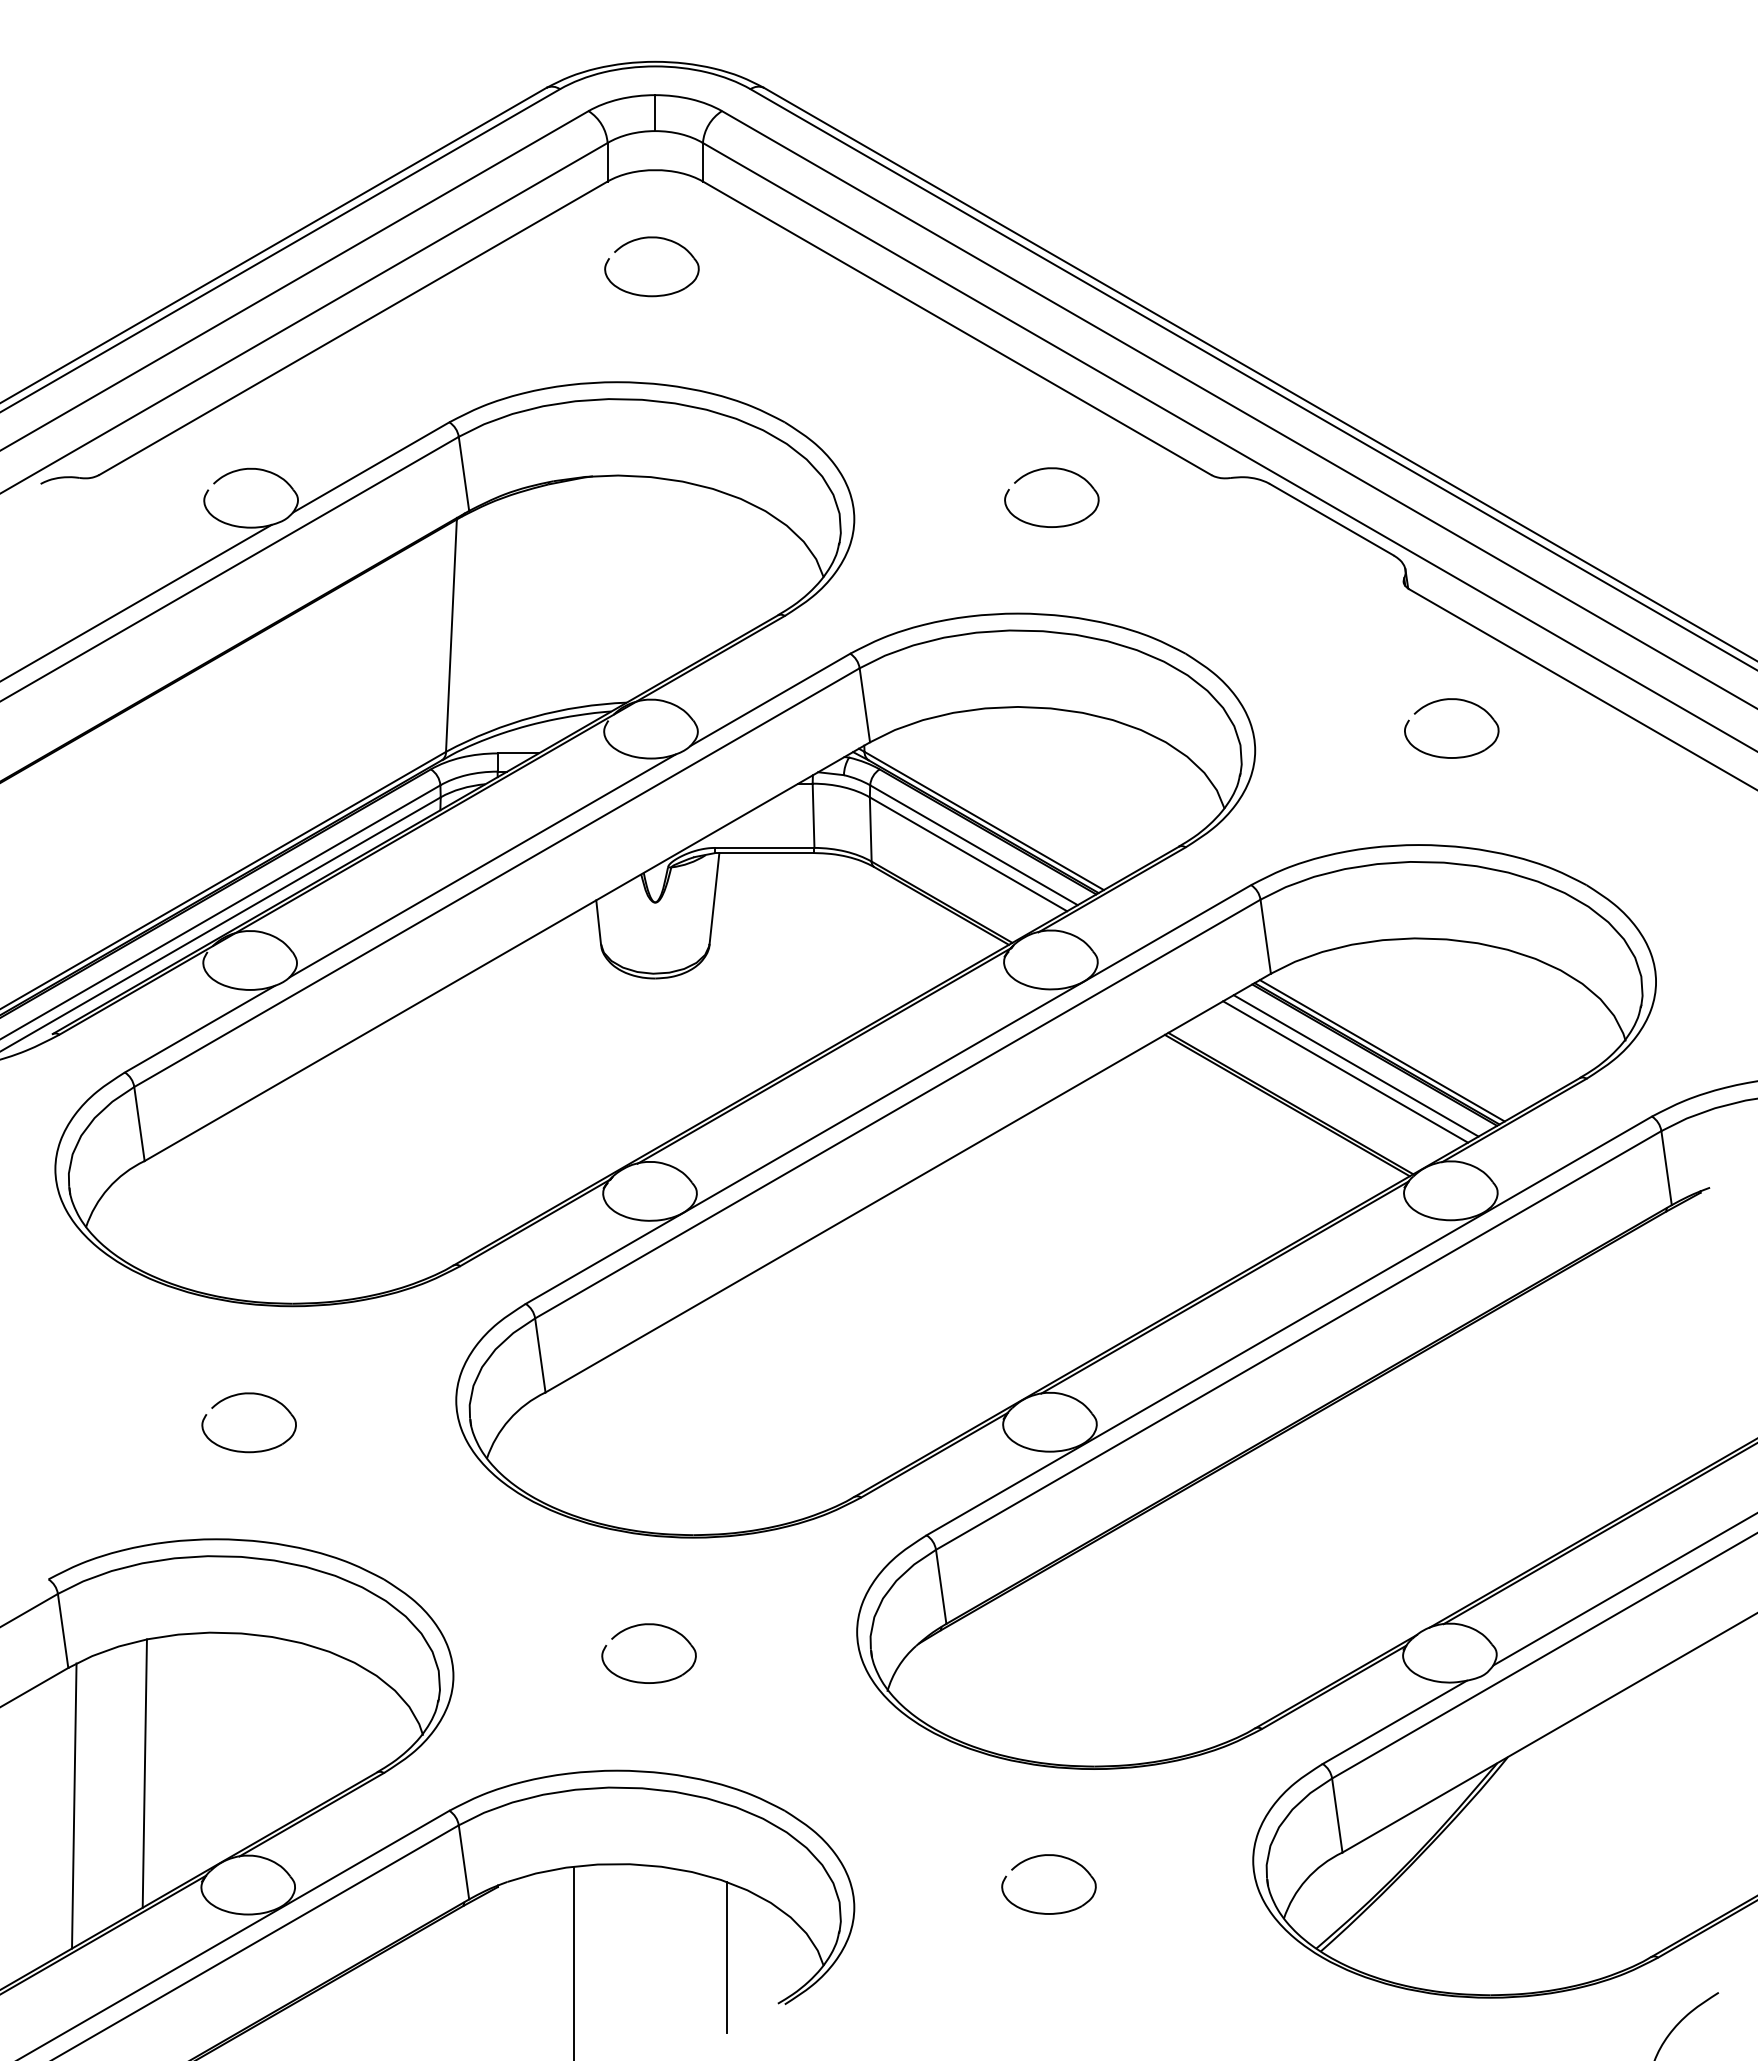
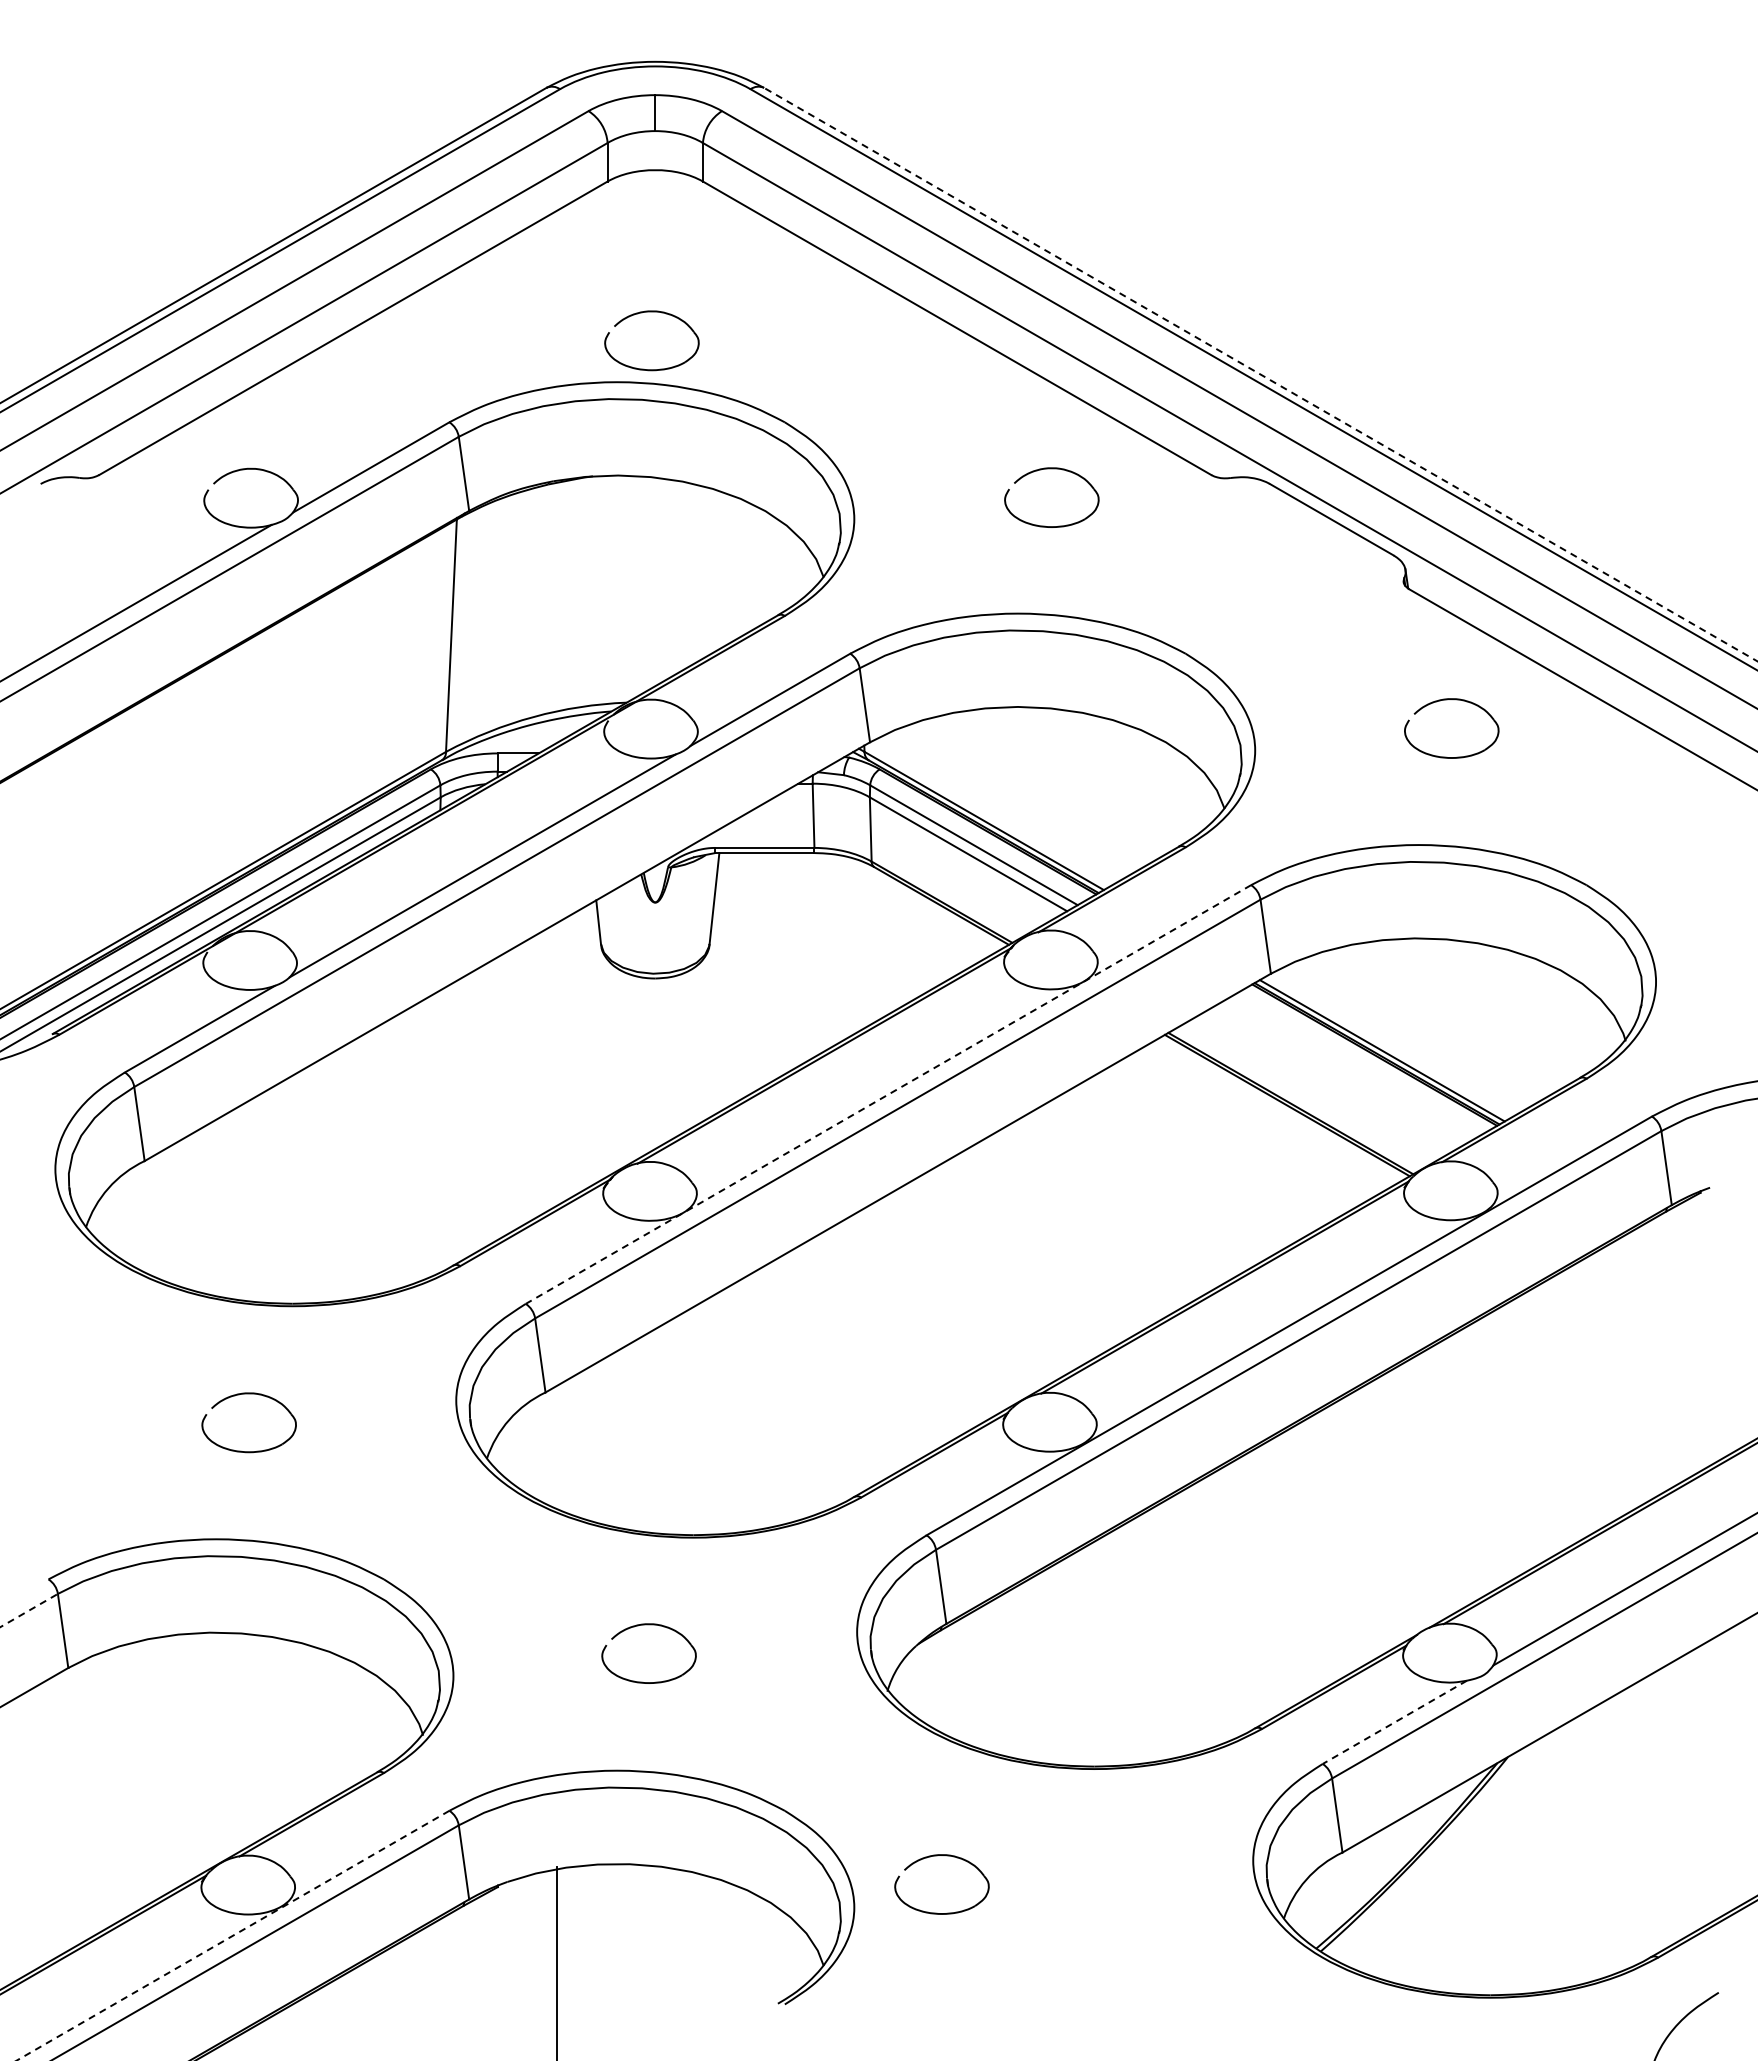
part at (651, 238) position: (651, 238) -> (651, 312)
line at (1260, 374): solid -> dashed
line at (1355, 1065): present -> none
line at (1345, 1071): present -> none
line at (888, 1094): solid -> dashed
line at (29, 1610): solid -> dashed
line at (1394, 1722): solid -> dashed
line at (144, 1773): present -> none
line at (74, 1805): present -> none
part at (1044, 1856) position: (1044, 1856) -> (937, 1856)
line at (233, 1935): solid -> dashed
line at (726, 1957): present -> none
line at (574, 1961) position: (574, 1961) -> (557, 1961)
